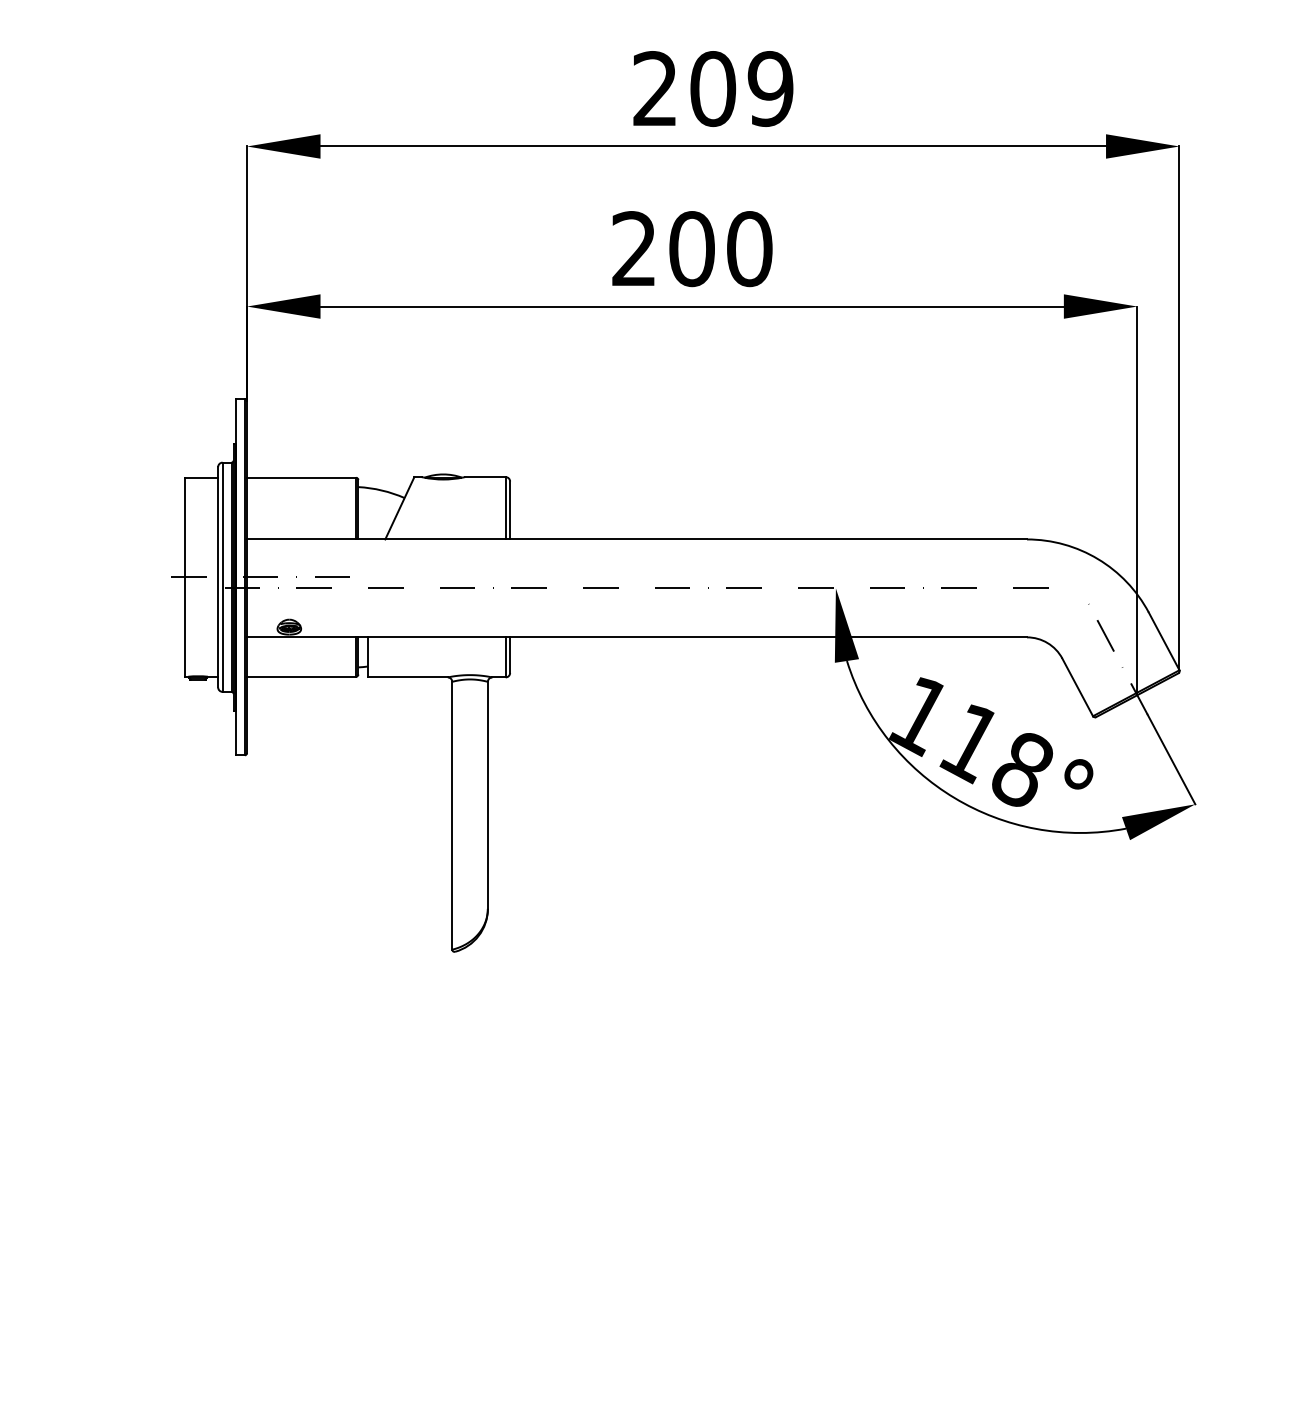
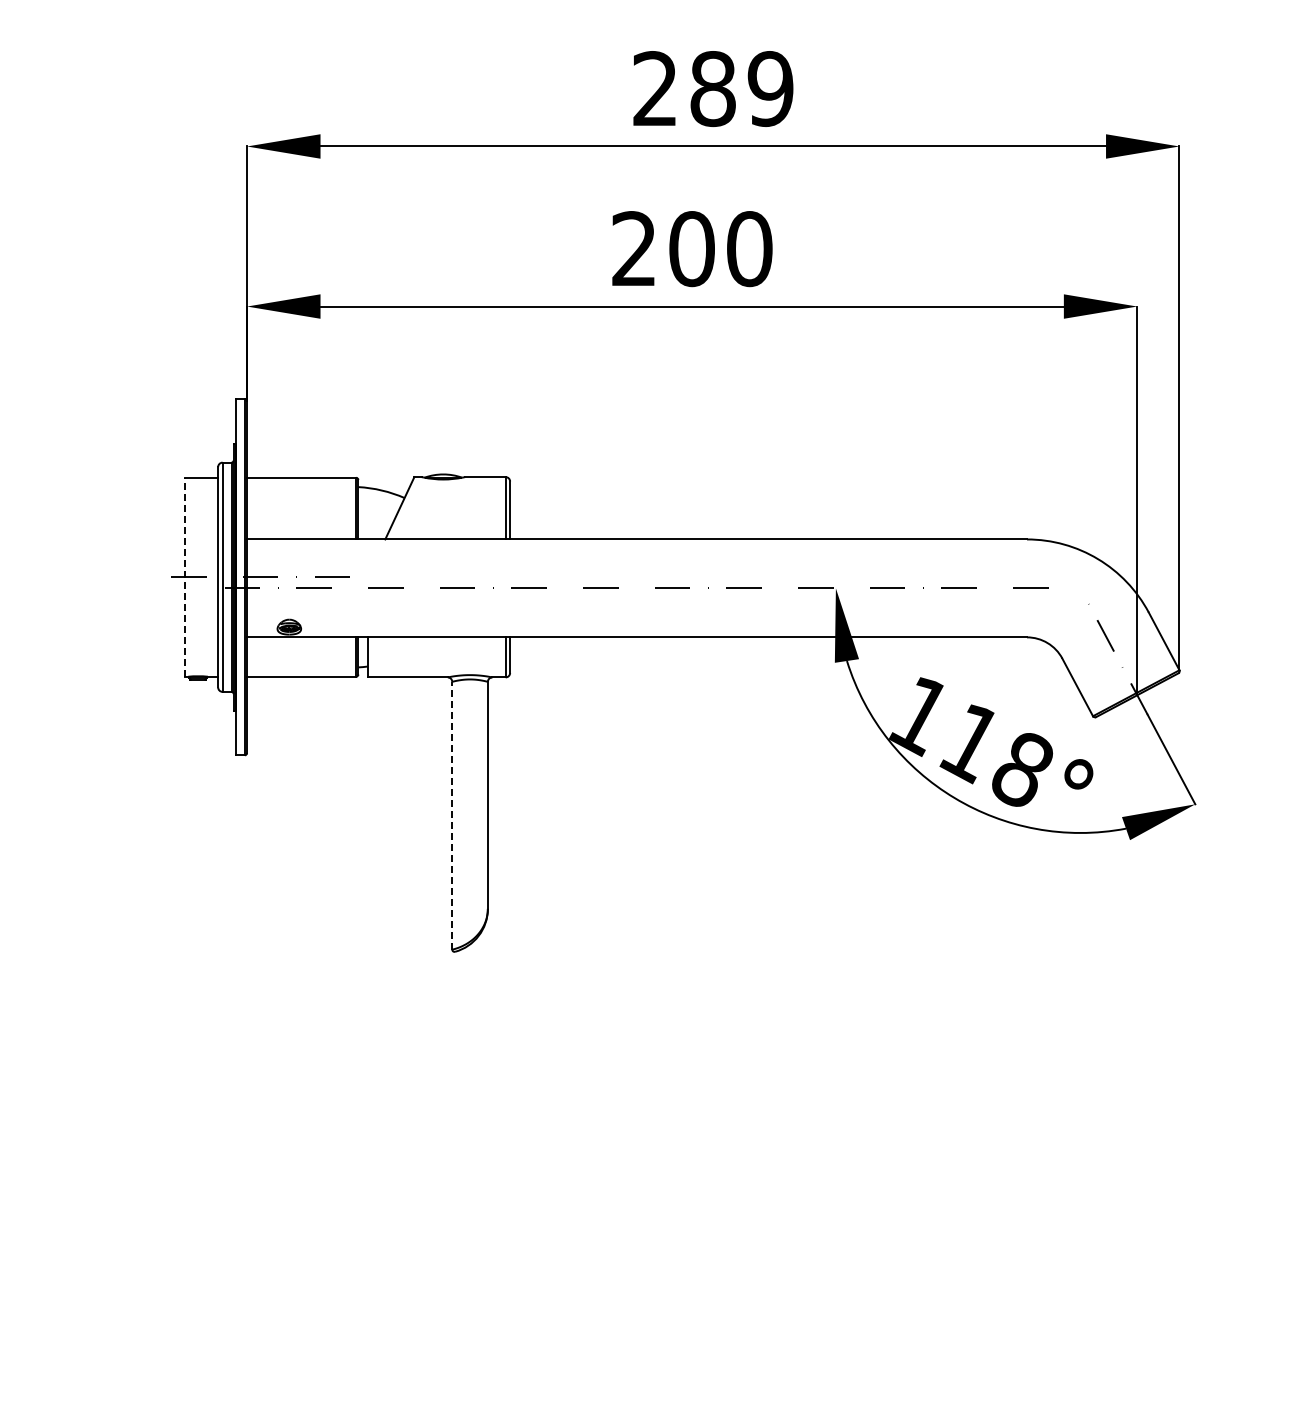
text at (713, 88): 209 -> 289
line at (184, 576): solid -> dashed
line at (452, 815): solid -> dashed
